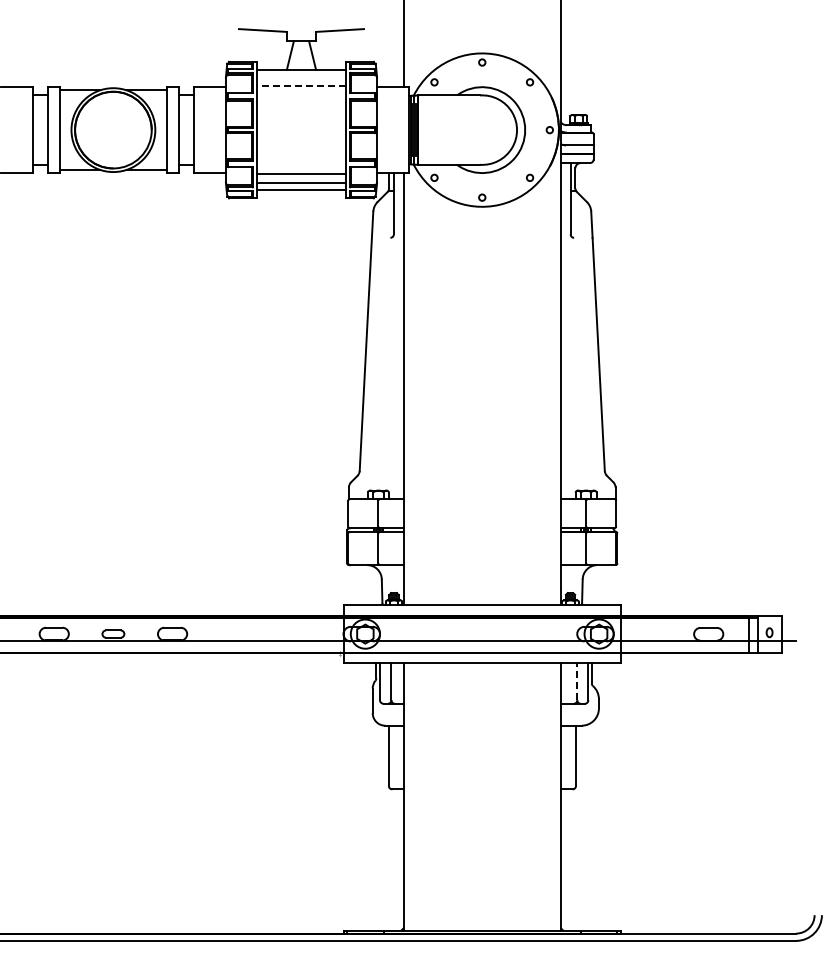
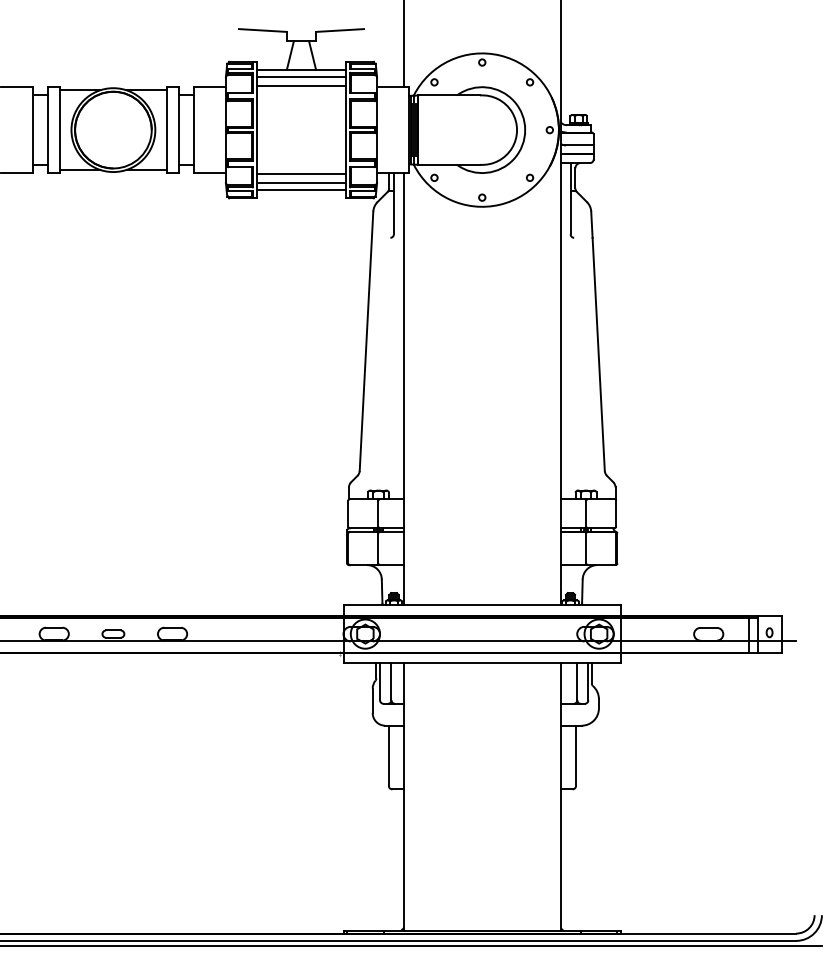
line at (301, 77): none -> present
line at (301, 86): dashed -> solid
line at (577, 681): dashed -> solid
line at (411, 945): none -> present
